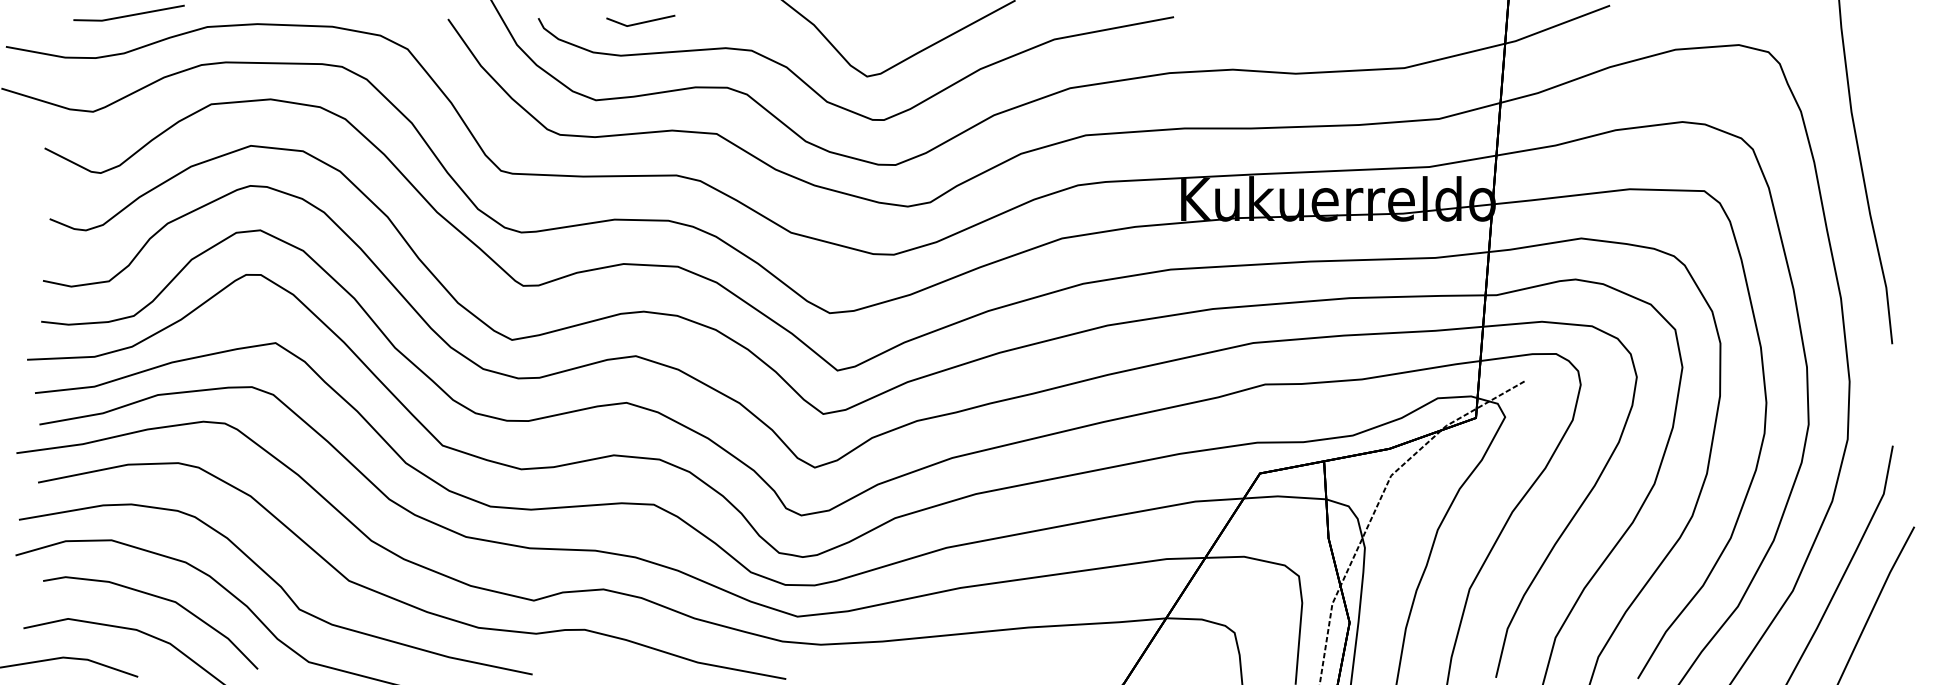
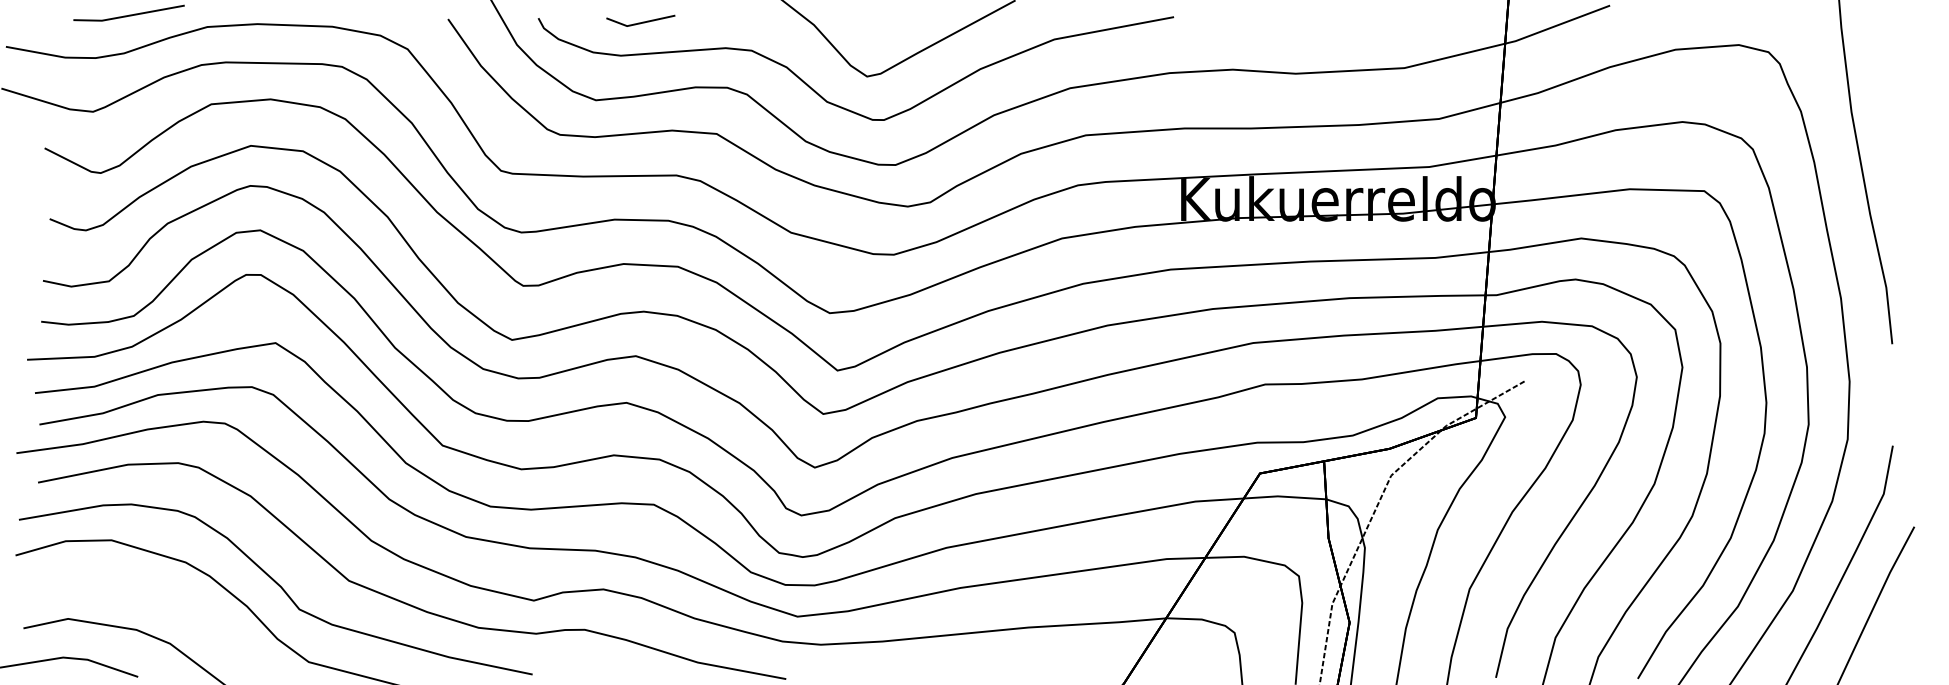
part at (159, 598): present -> none
